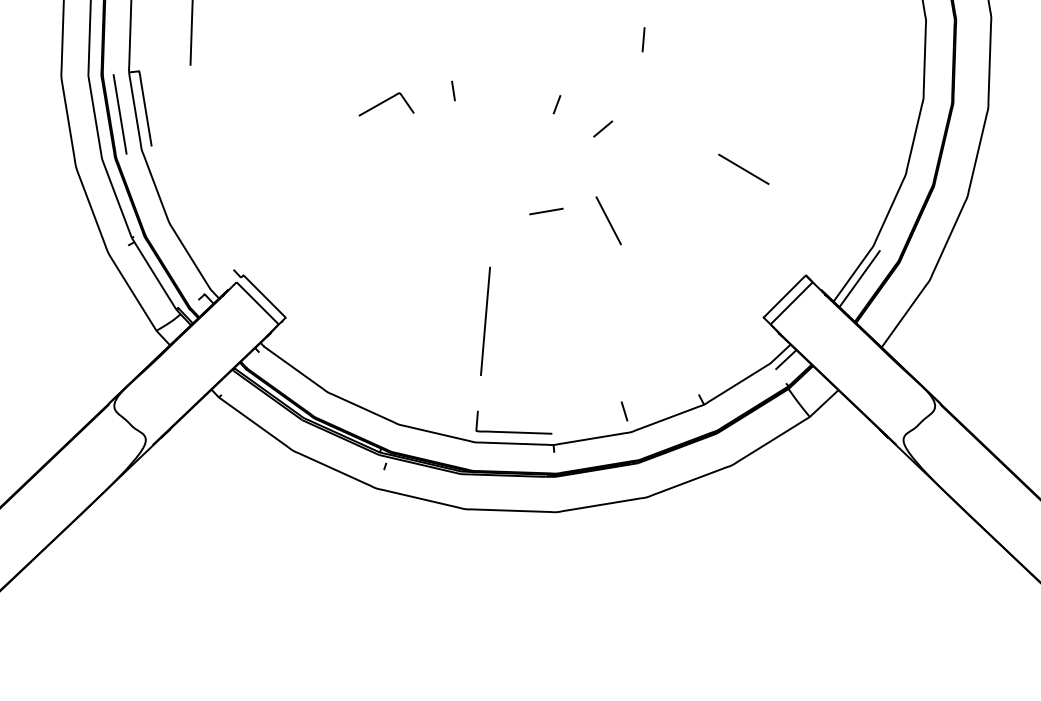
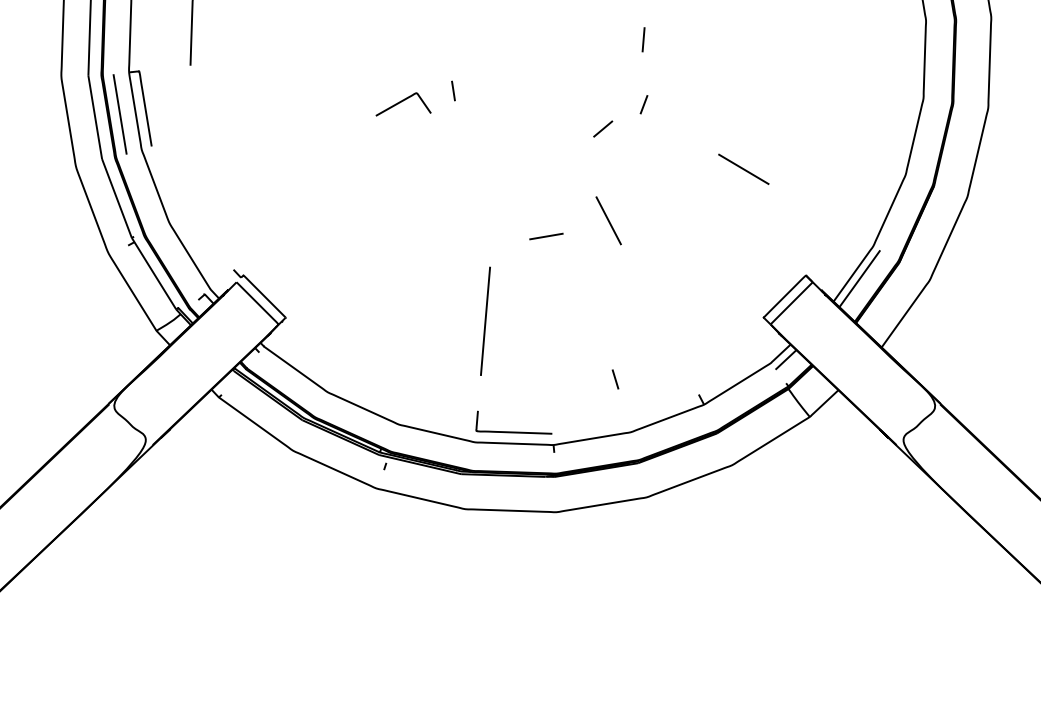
curve at (384, 102) position: (384, 102) -> (401, 102)
line at (556, 104) position: (556, 104) -> (643, 104)
line at (546, 211) position: (546, 211) -> (546, 236)
line at (624, 411) position: (624, 411) -> (615, 379)
